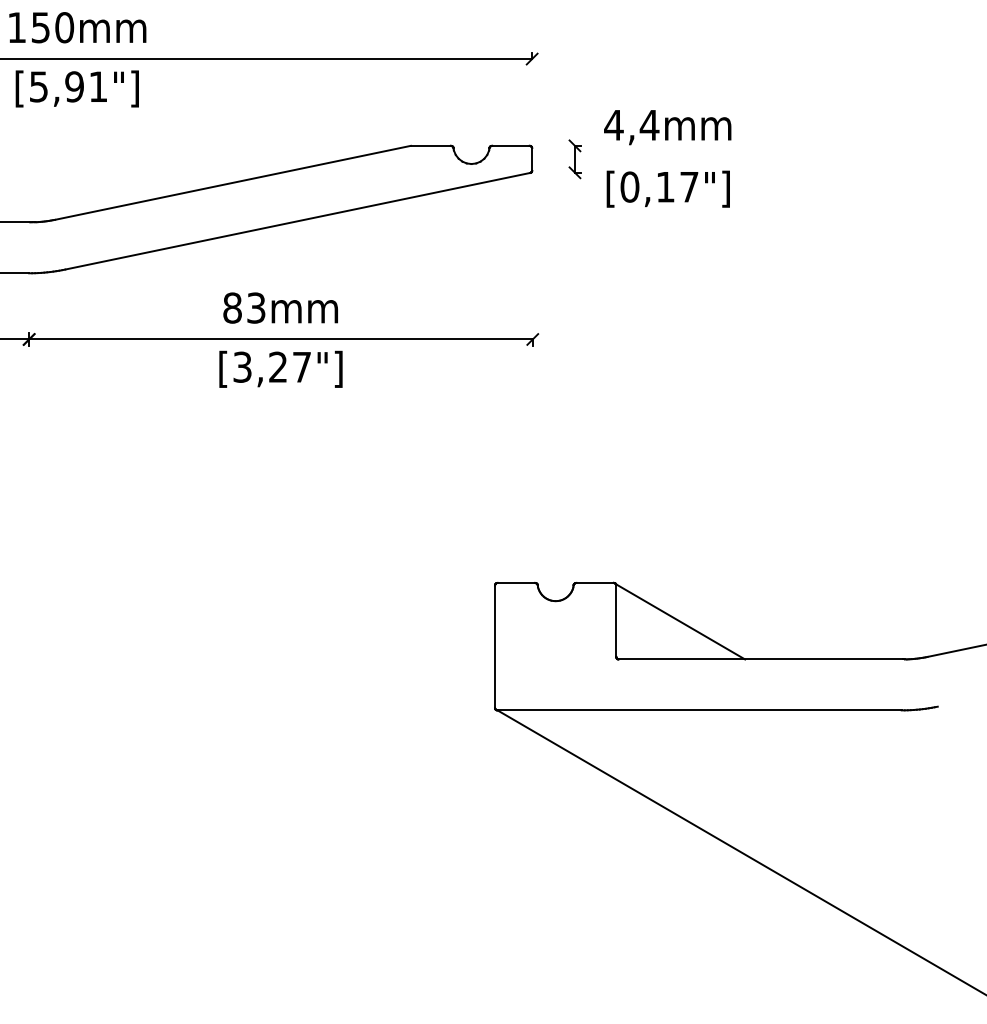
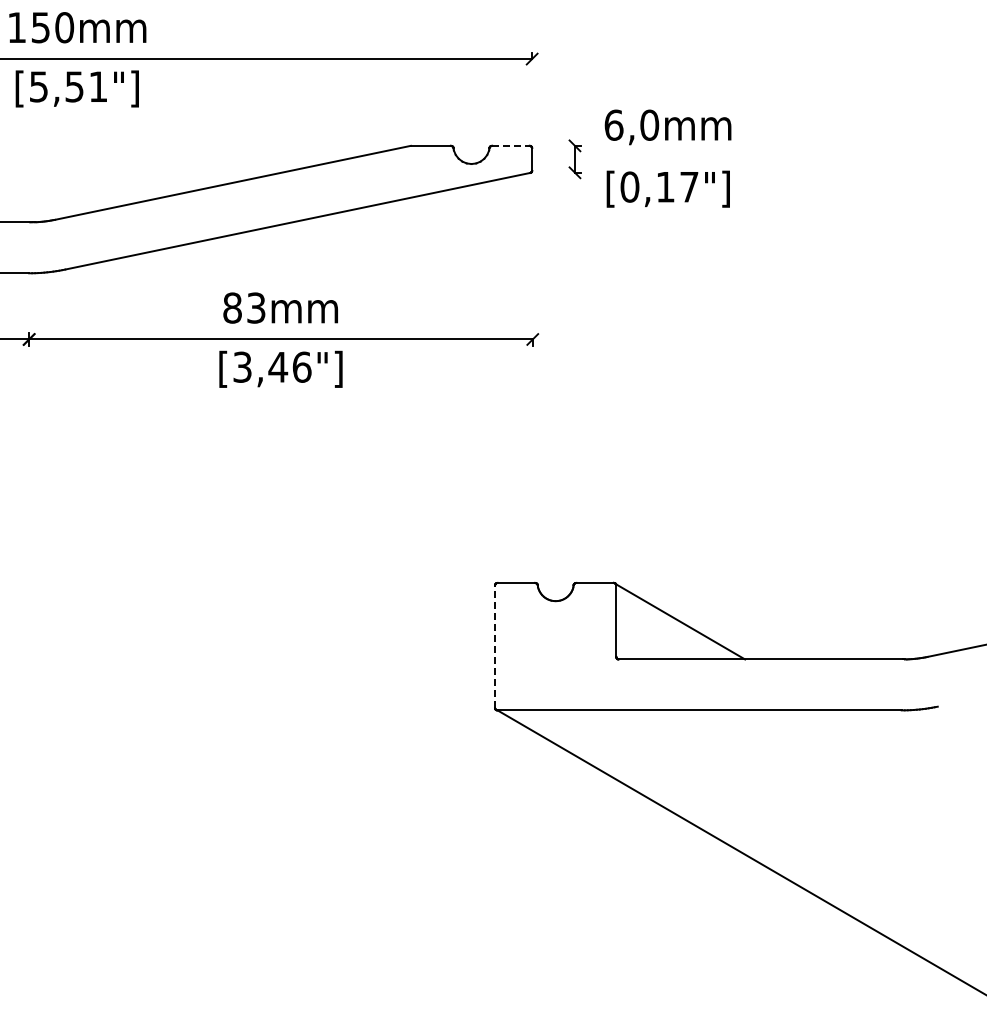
text at (74, 86): [5,91"] -> [5,51"]
text at (631, 124): 4,4mm -> 6,0mm
line at (510, 145): solid -> dashed
text at (289, 366): [3,27"] -> [3,46"]
line at (495, 646): solid -> dashed
